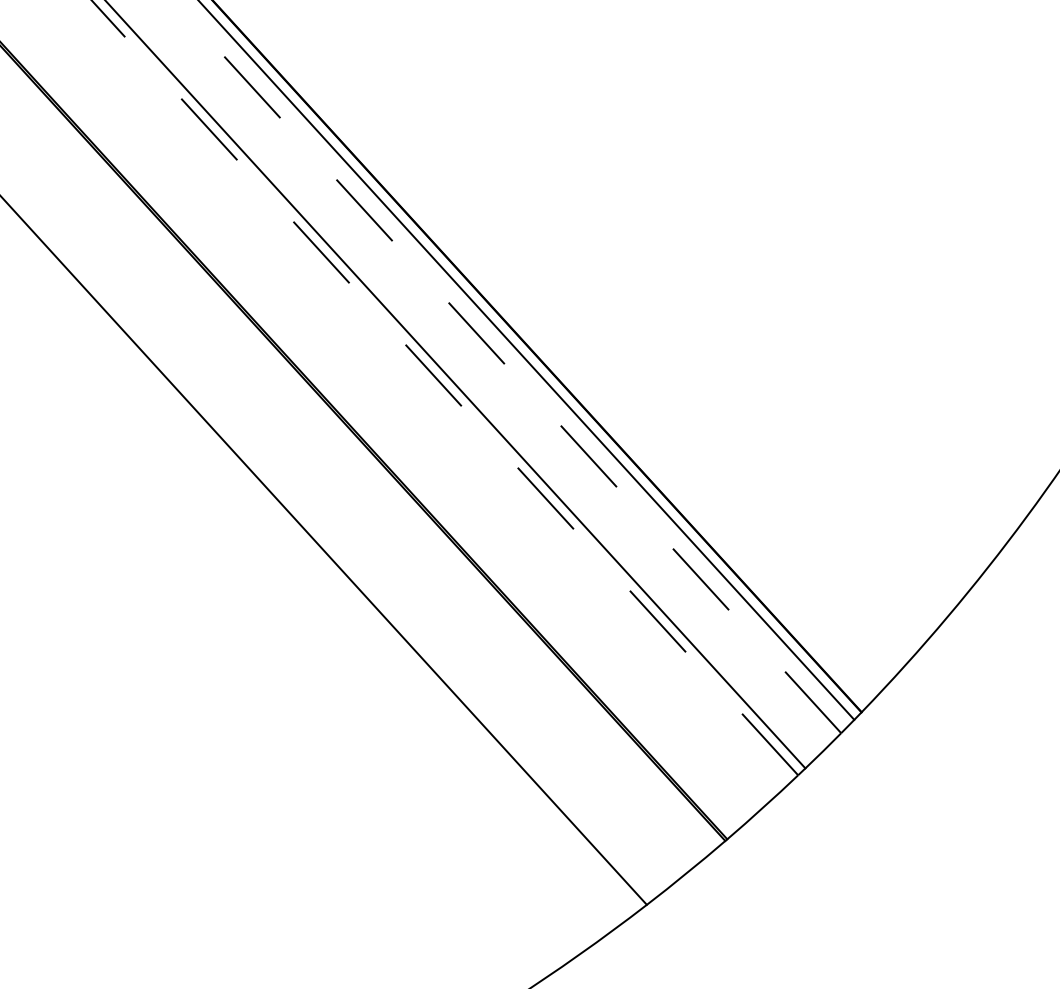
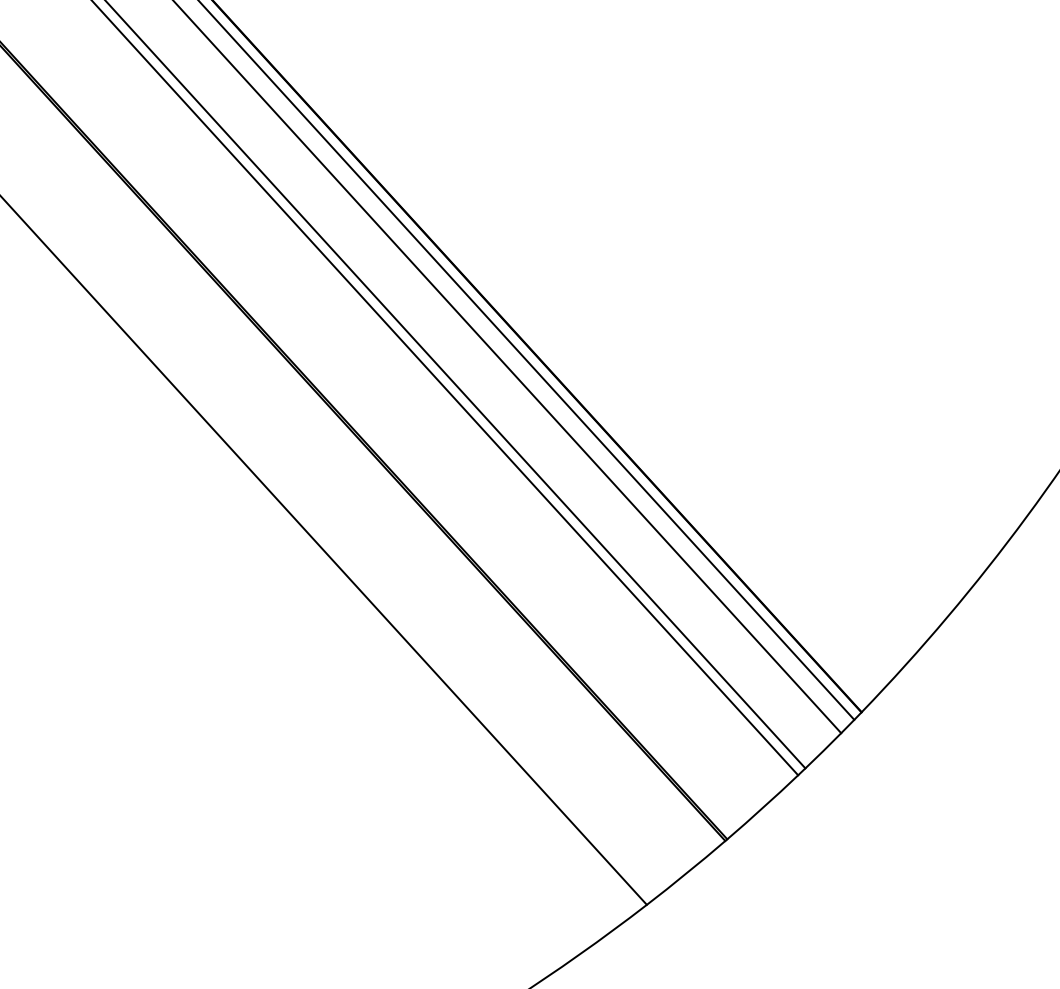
line at (507, 366): dashed -> solid
line at (444, 387): dashed -> solid
